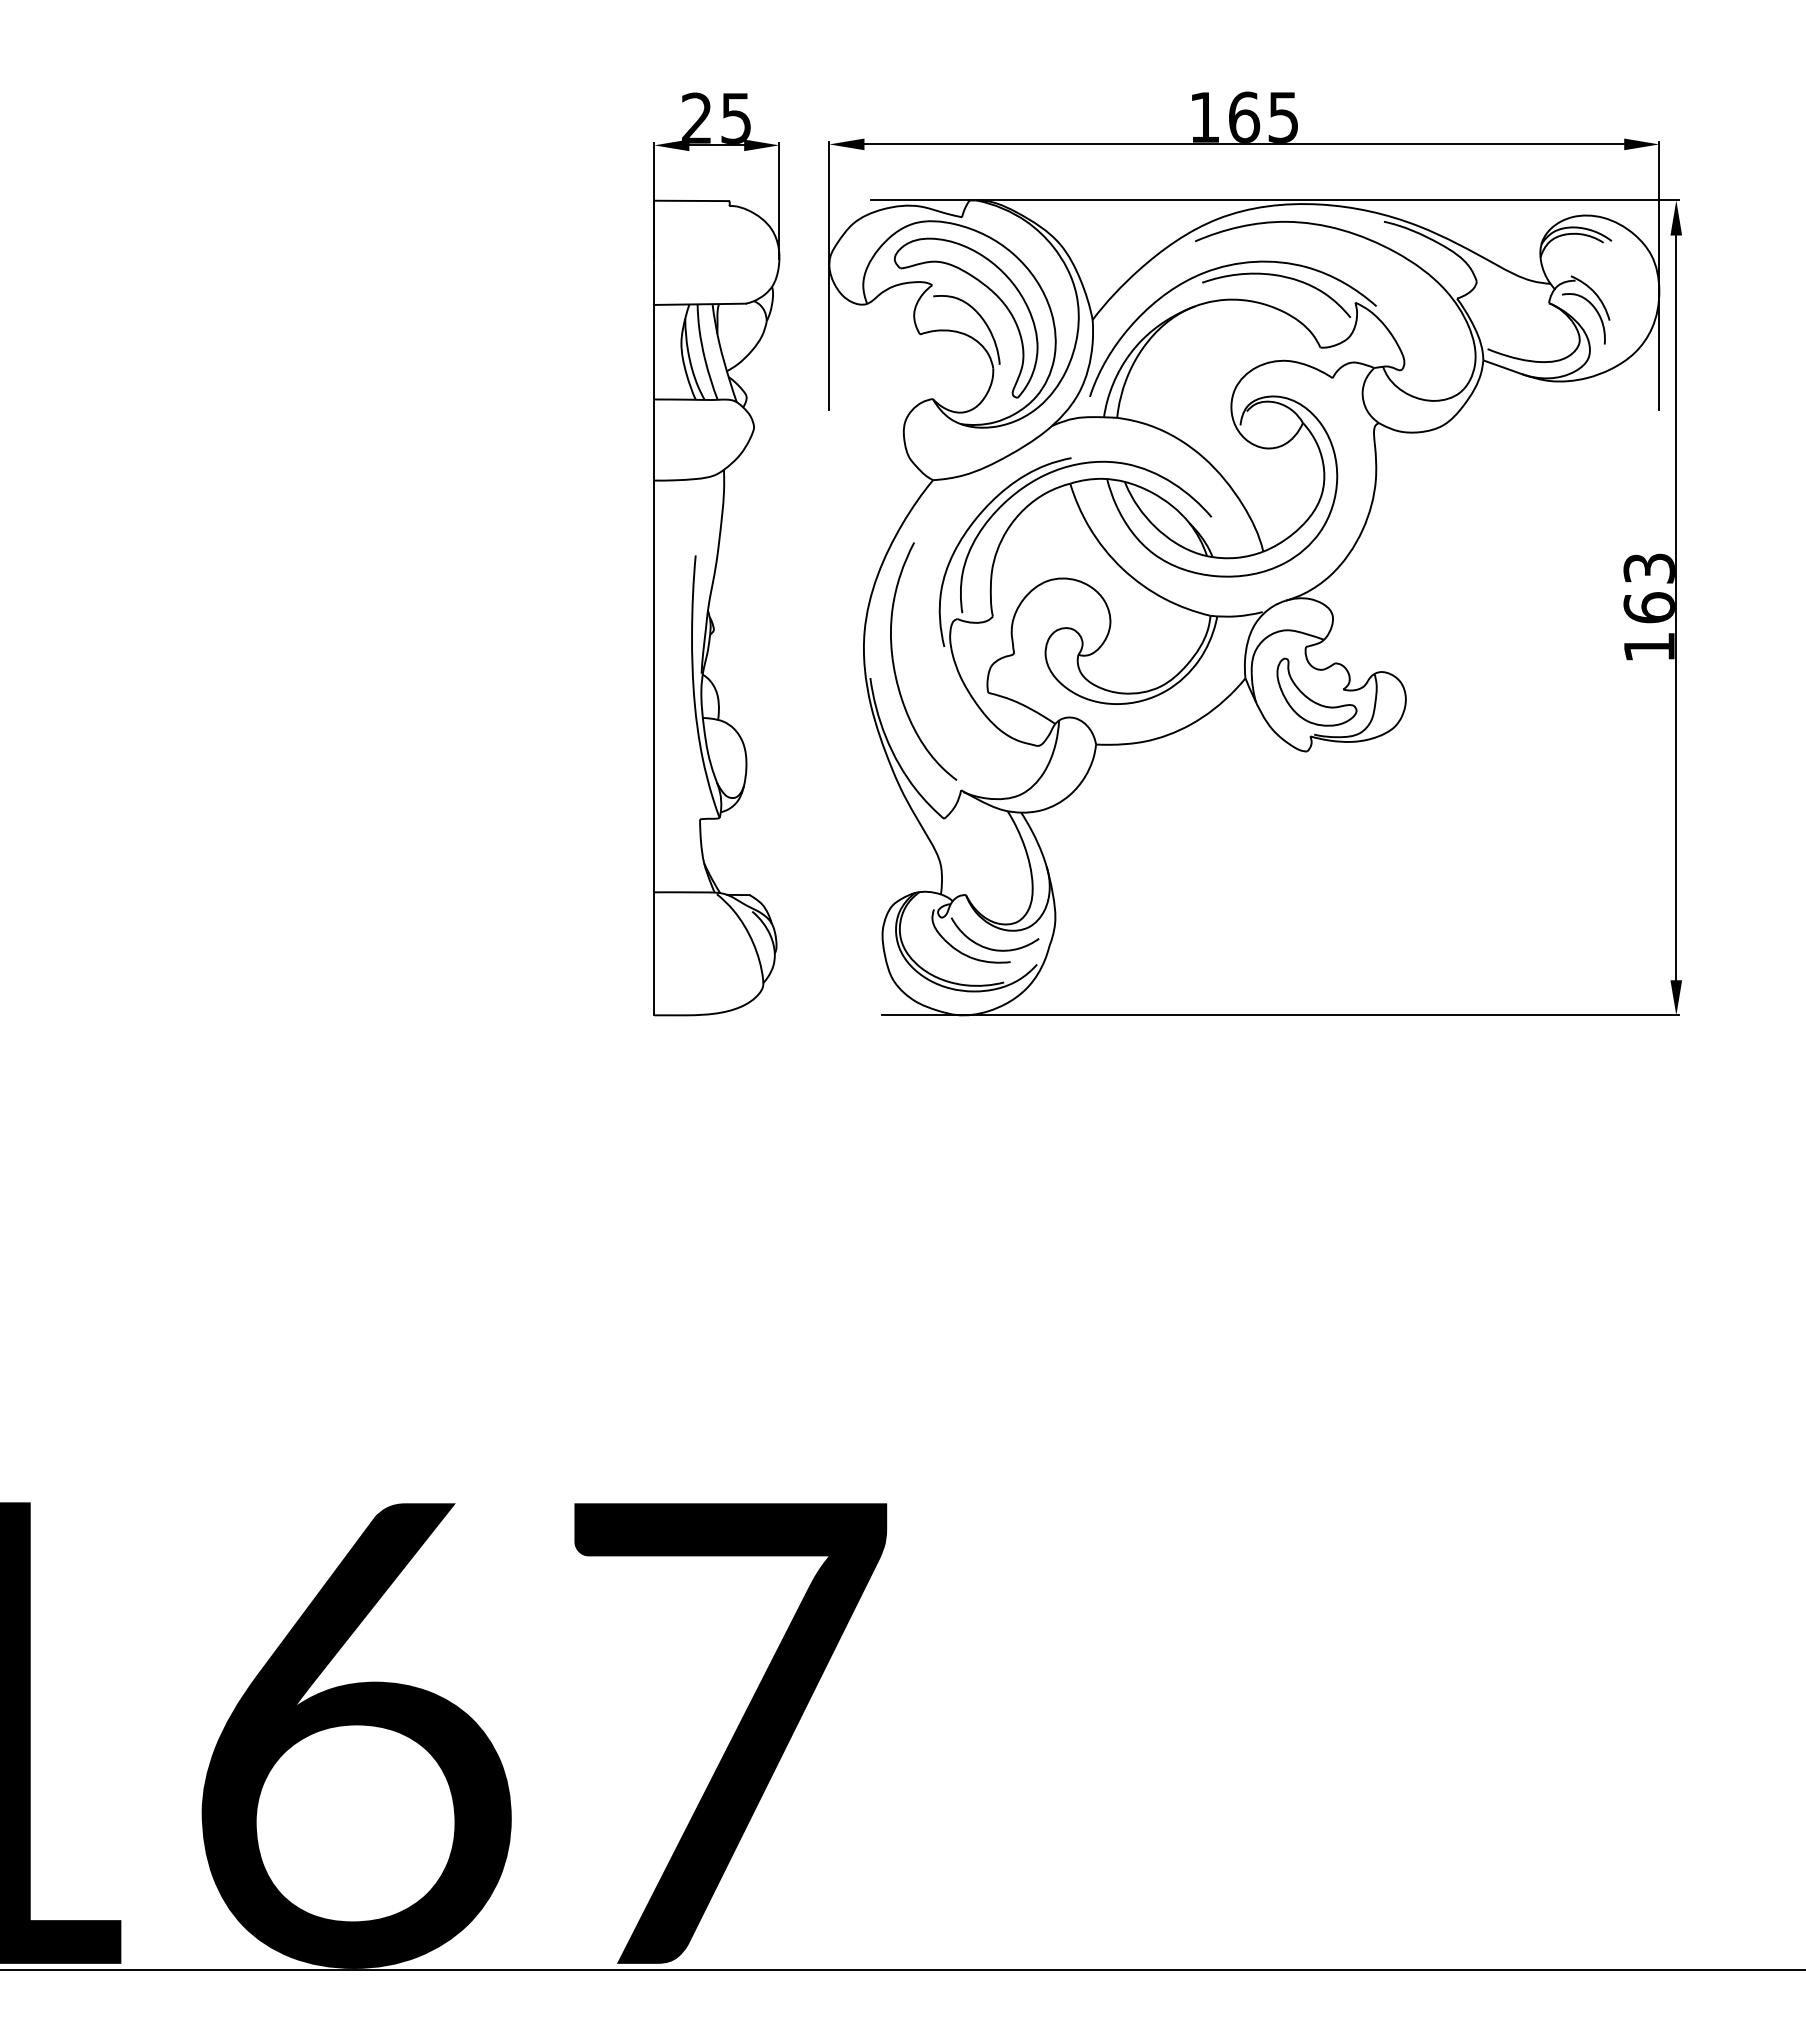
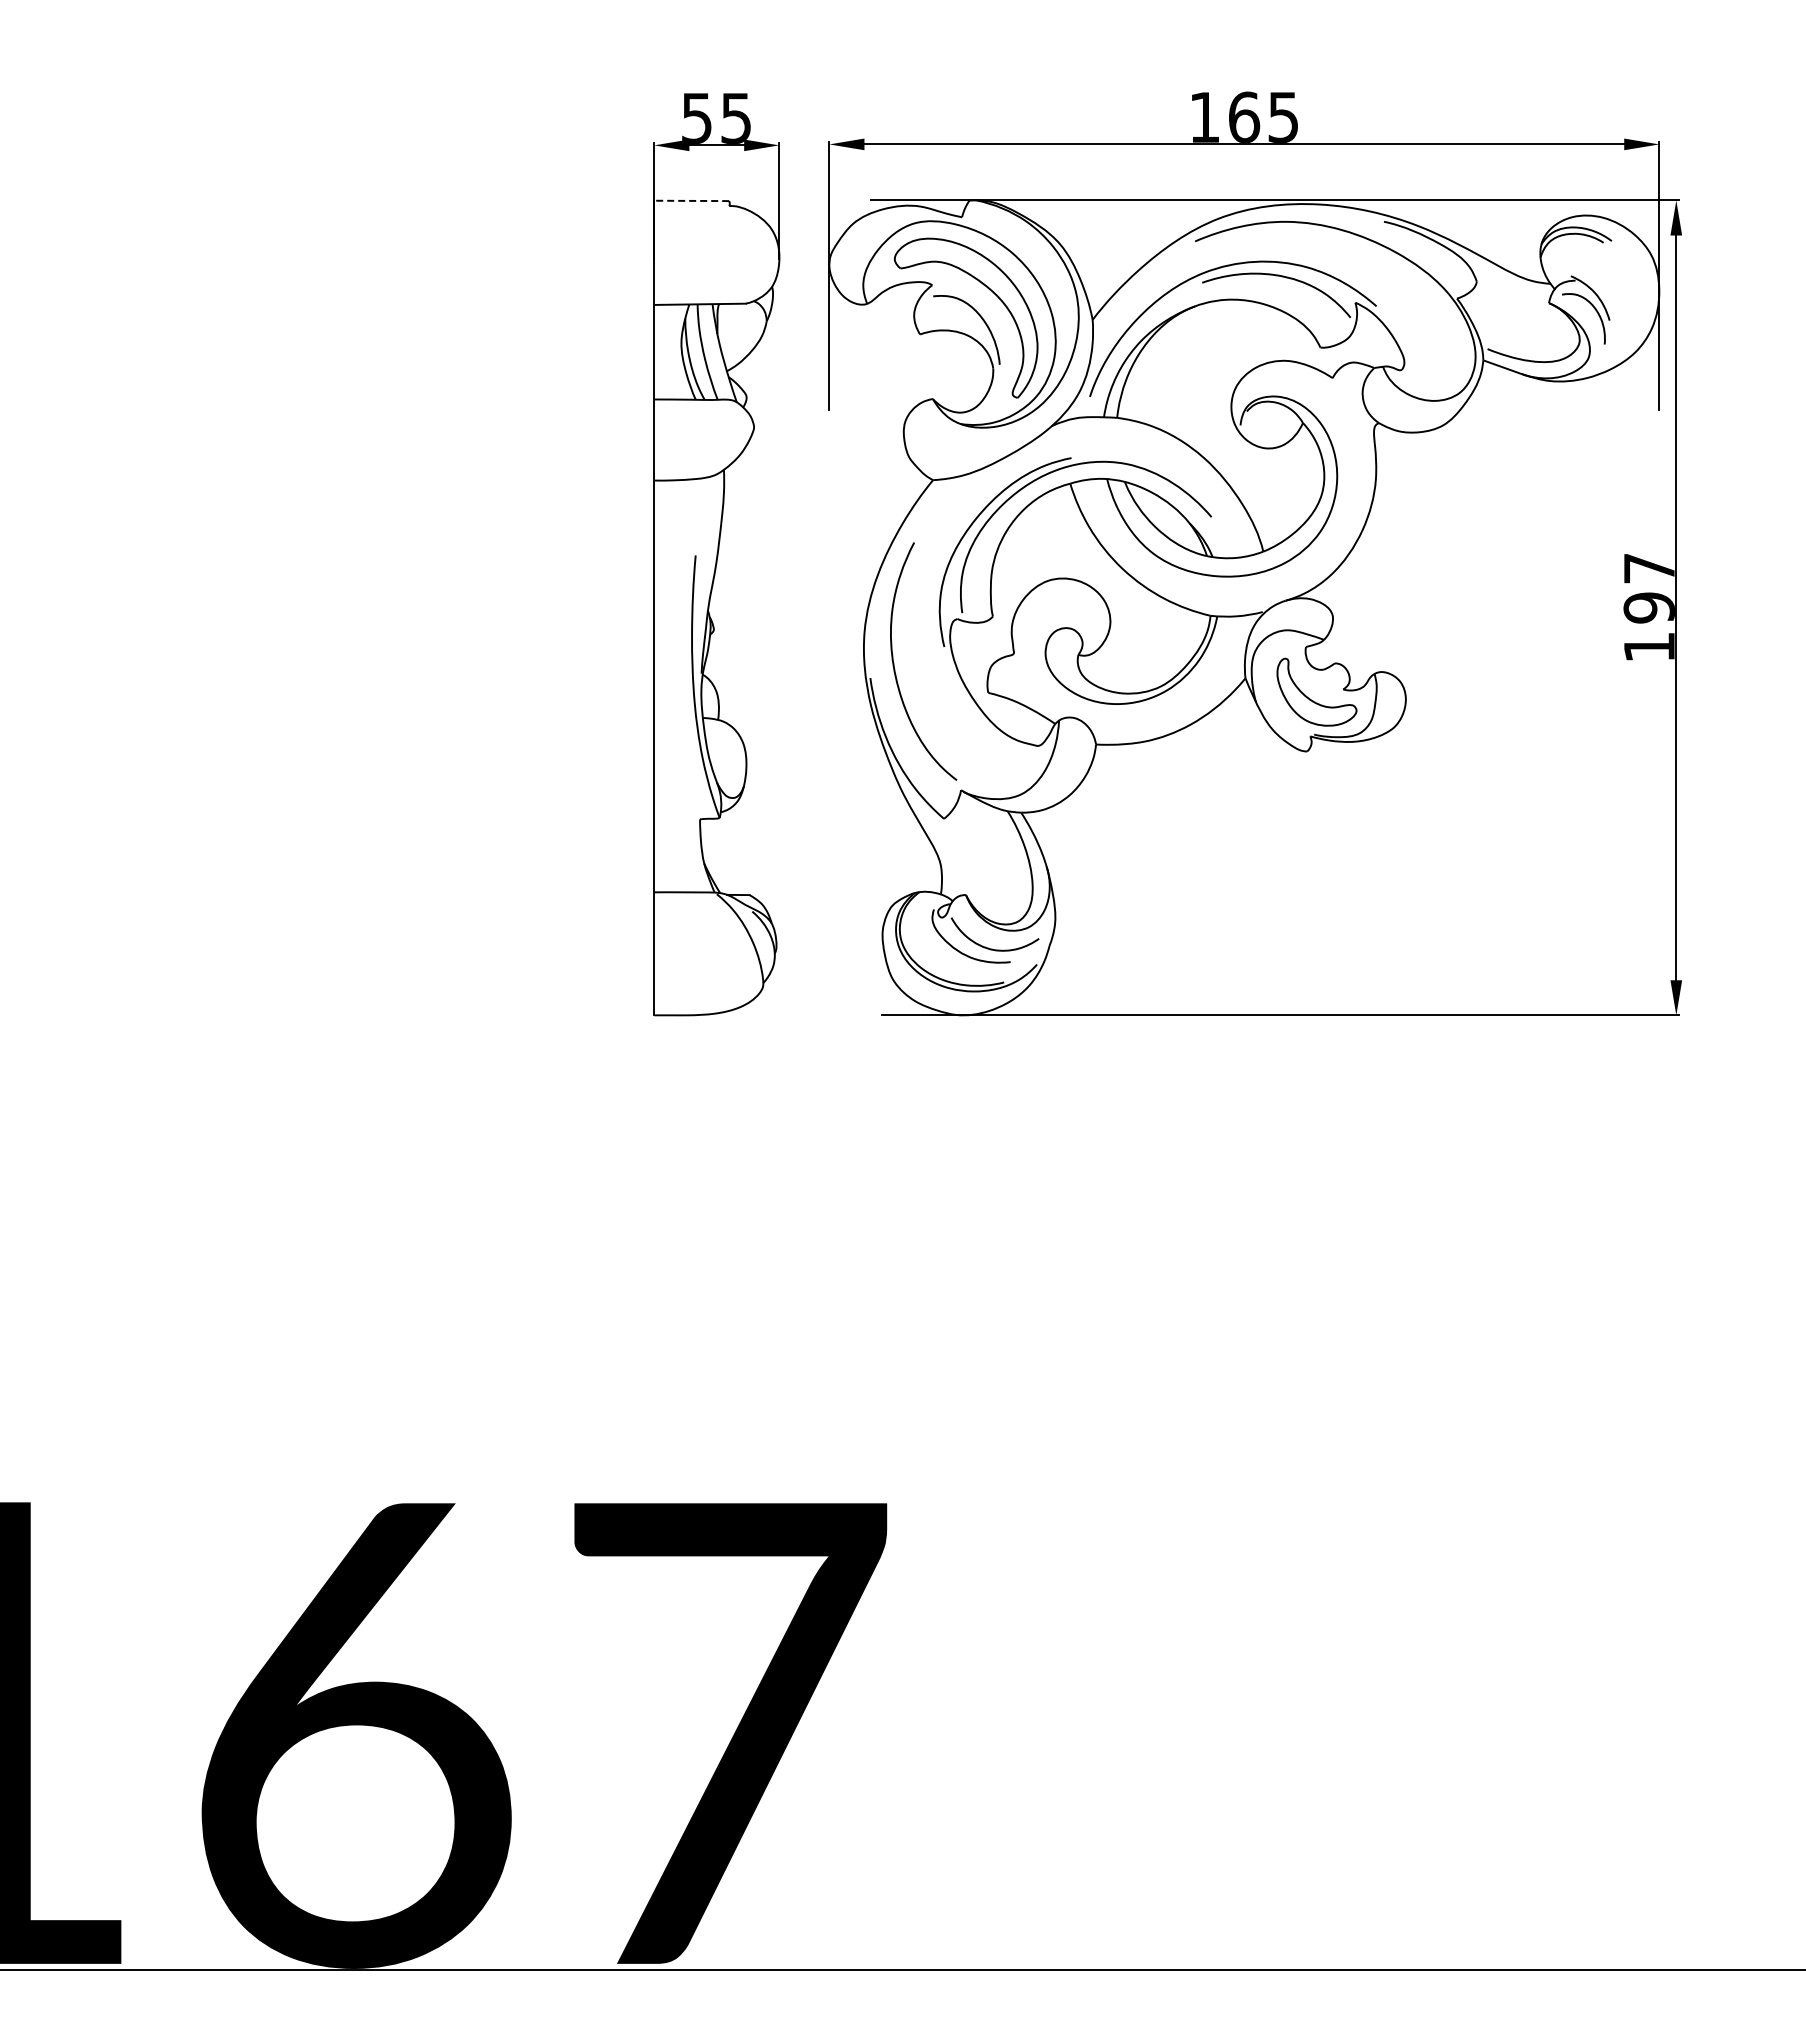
text at (696, 117): 25 -> 55
line at (691, 200): solid -> dashed
text at (1648, 588): 163 -> 197
